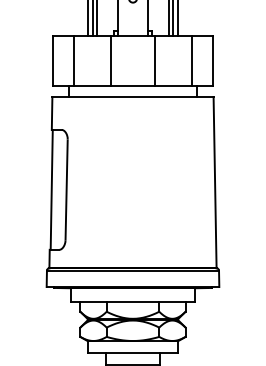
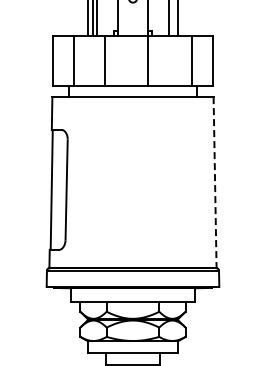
line at (173, 18): present -> none
line at (111, 60) position: (111, 60) -> (105, 60)
line at (154, 60) position: (154, 60) -> (147, 60)
line at (215, 182): solid -> dashed
